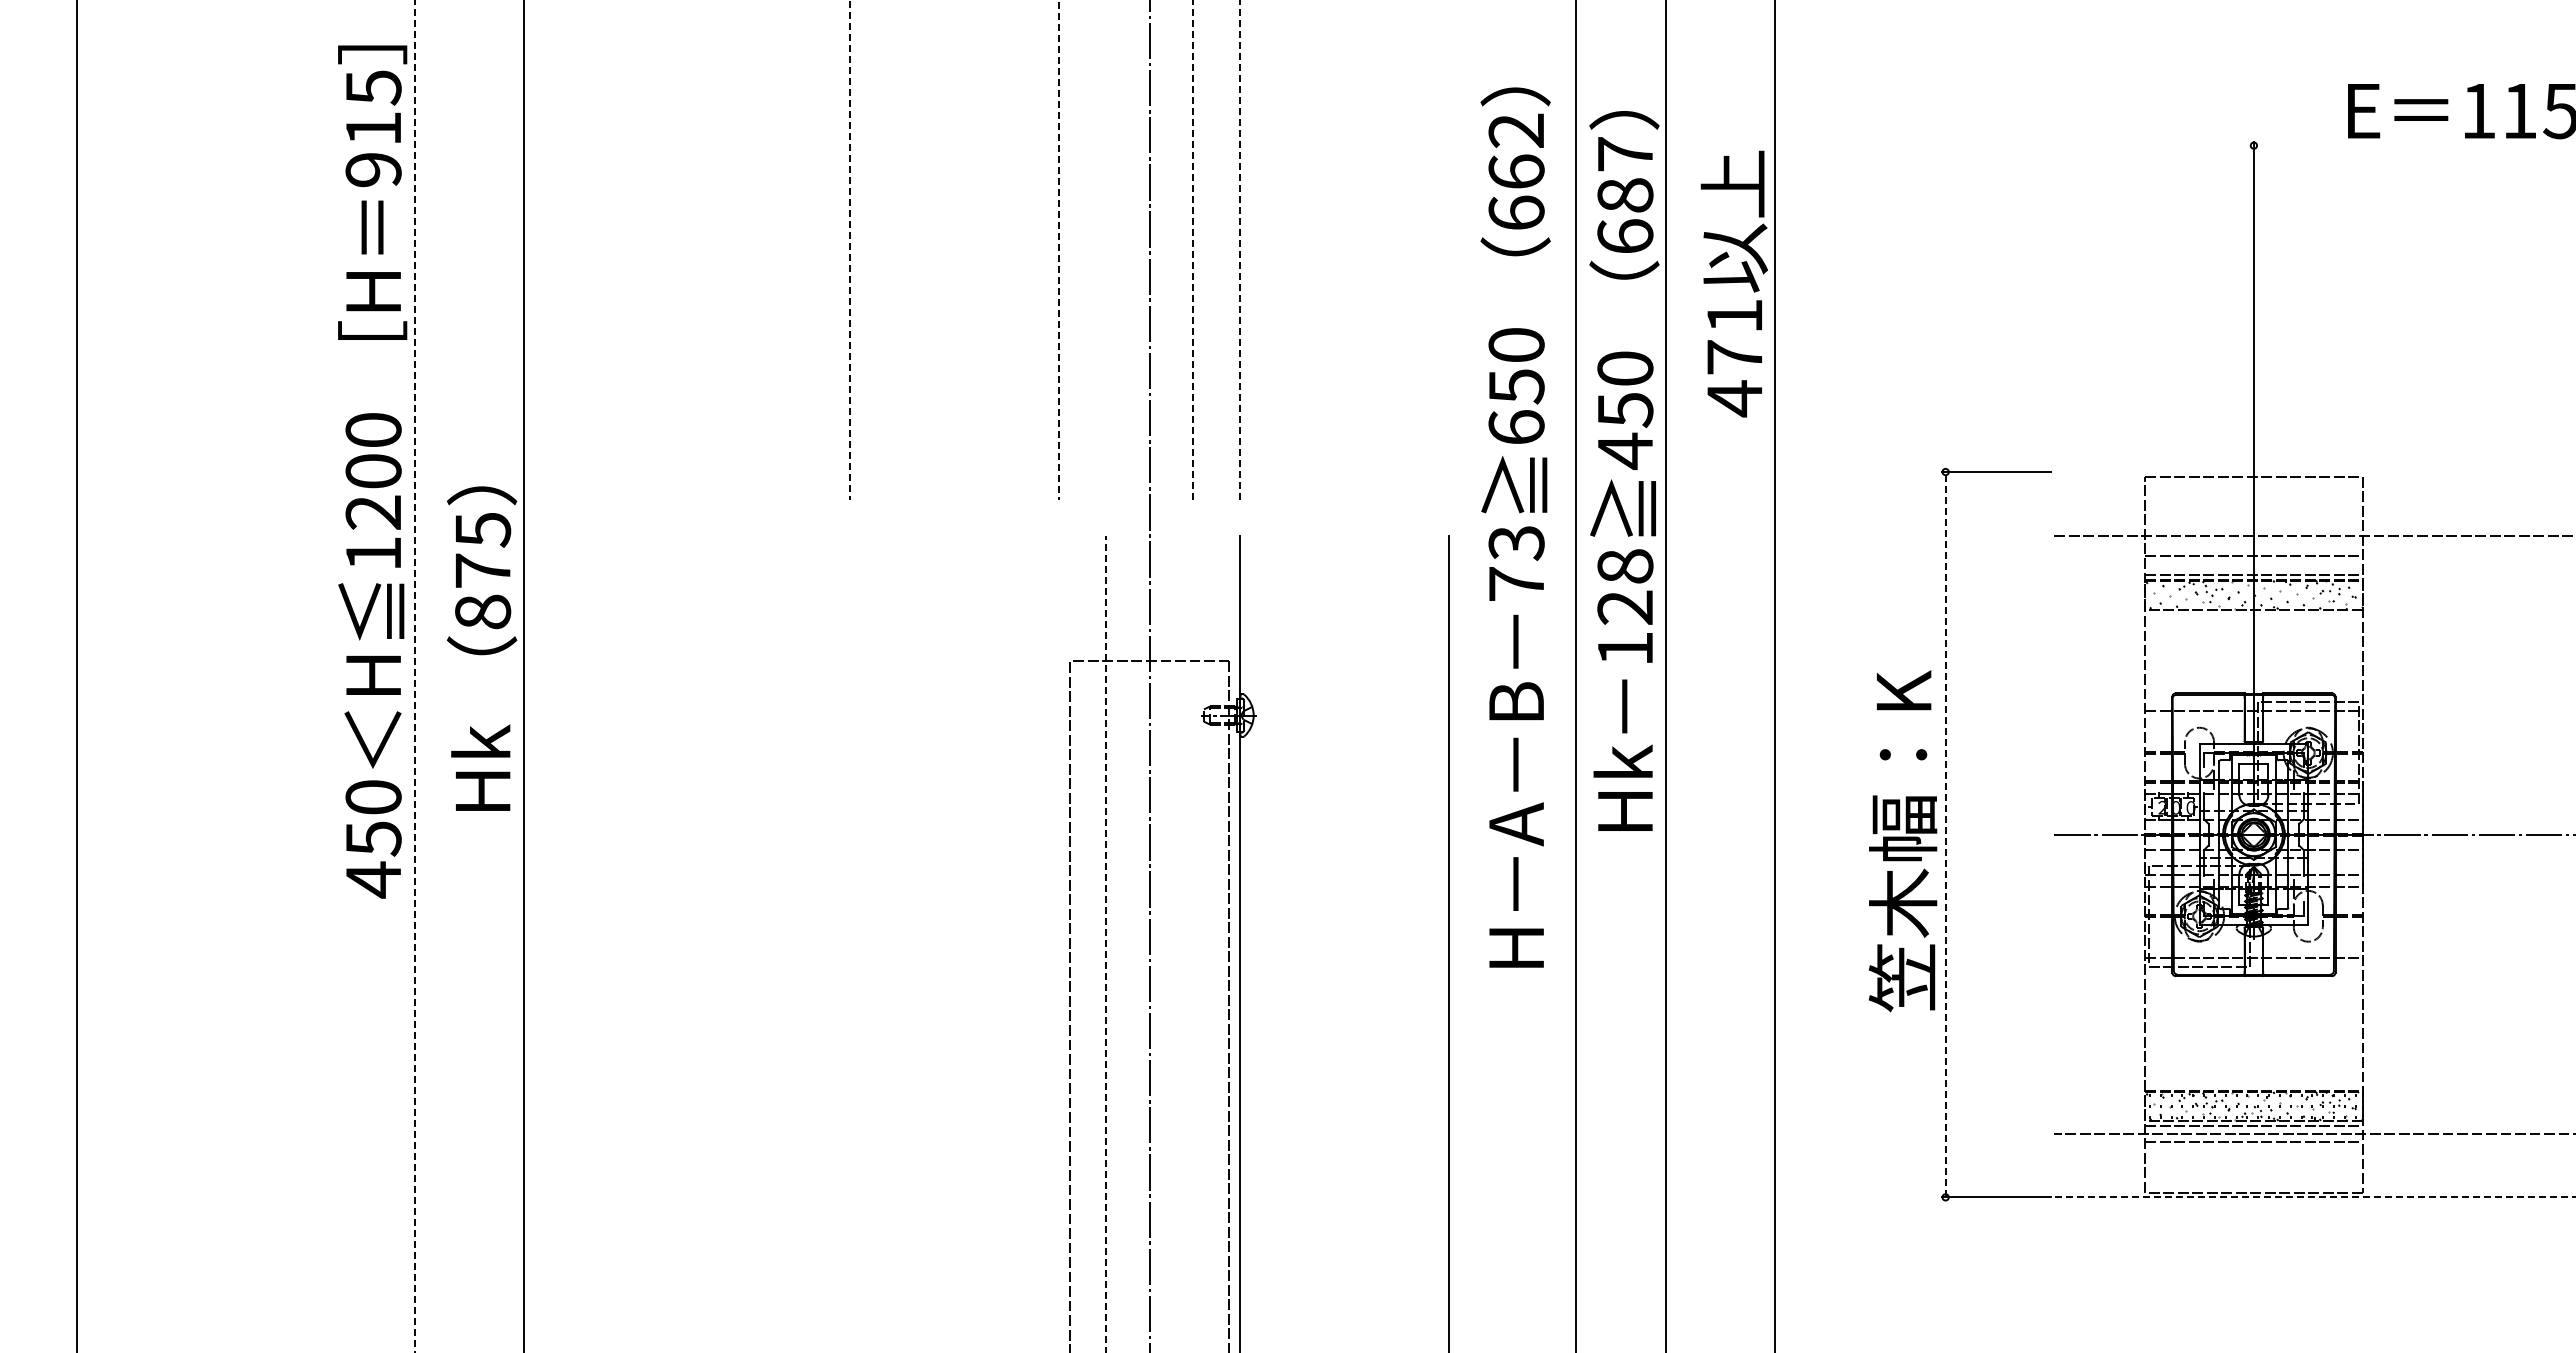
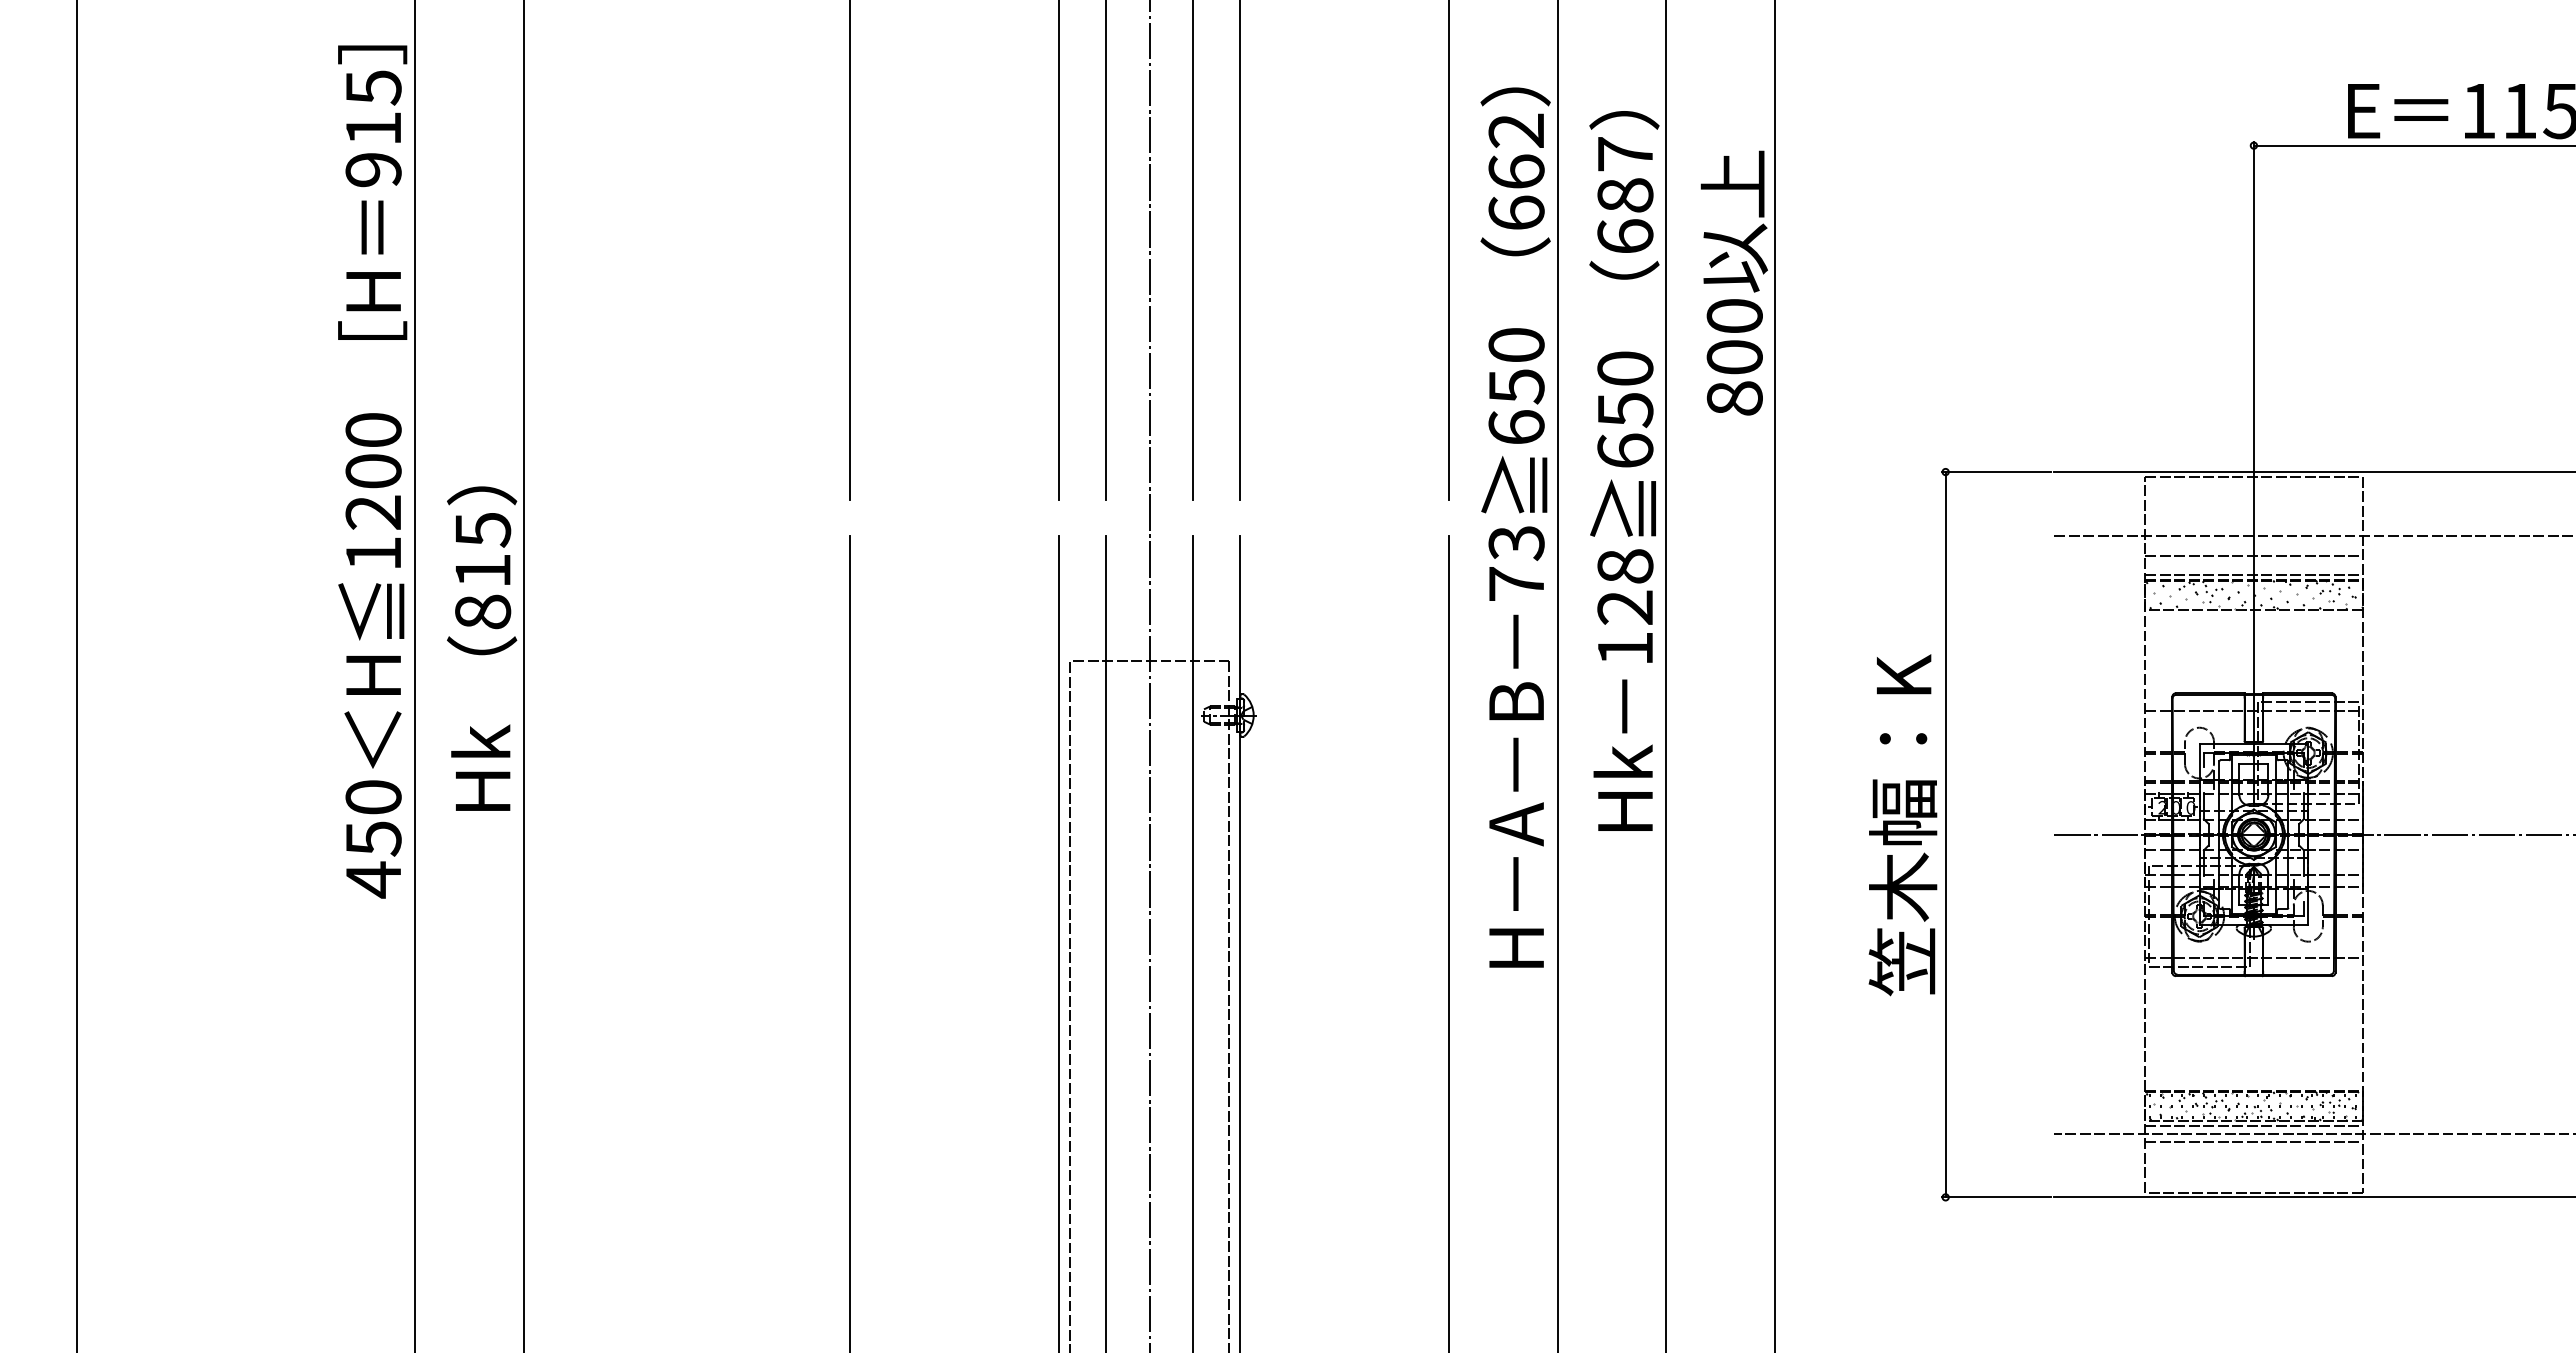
line at (2412, 145): none -> present
line at (1193, 249): dashed -> solid
line at (1240, 249): dashed -> solid
line at (850, 250): dashed -> solid
line at (1058, 250): dashed -> solid
line at (1106, 250): none -> present
line at (1448, 250): none -> present
text at (1734, 358): 471 -> 800
text at (1625, 450): 450 -> 650
line at (2313, 472): none -> present
text at (482, 570): 875 -> 815
line at (1575, 675) position: (1575, 675) -> (1557, 675)
line at (415, 677): dashed -> solid
line at (1945, 834): dashed -> solid
text at (1902, 841) position: (1902, 841) -> (1902, 825)
line at (850, 942): none -> present
line at (1058, 942): none -> present
line at (1193, 942): none -> present
line at (1106, 943): dashed -> solid
line at (2314, 1197): dashed -> solid
